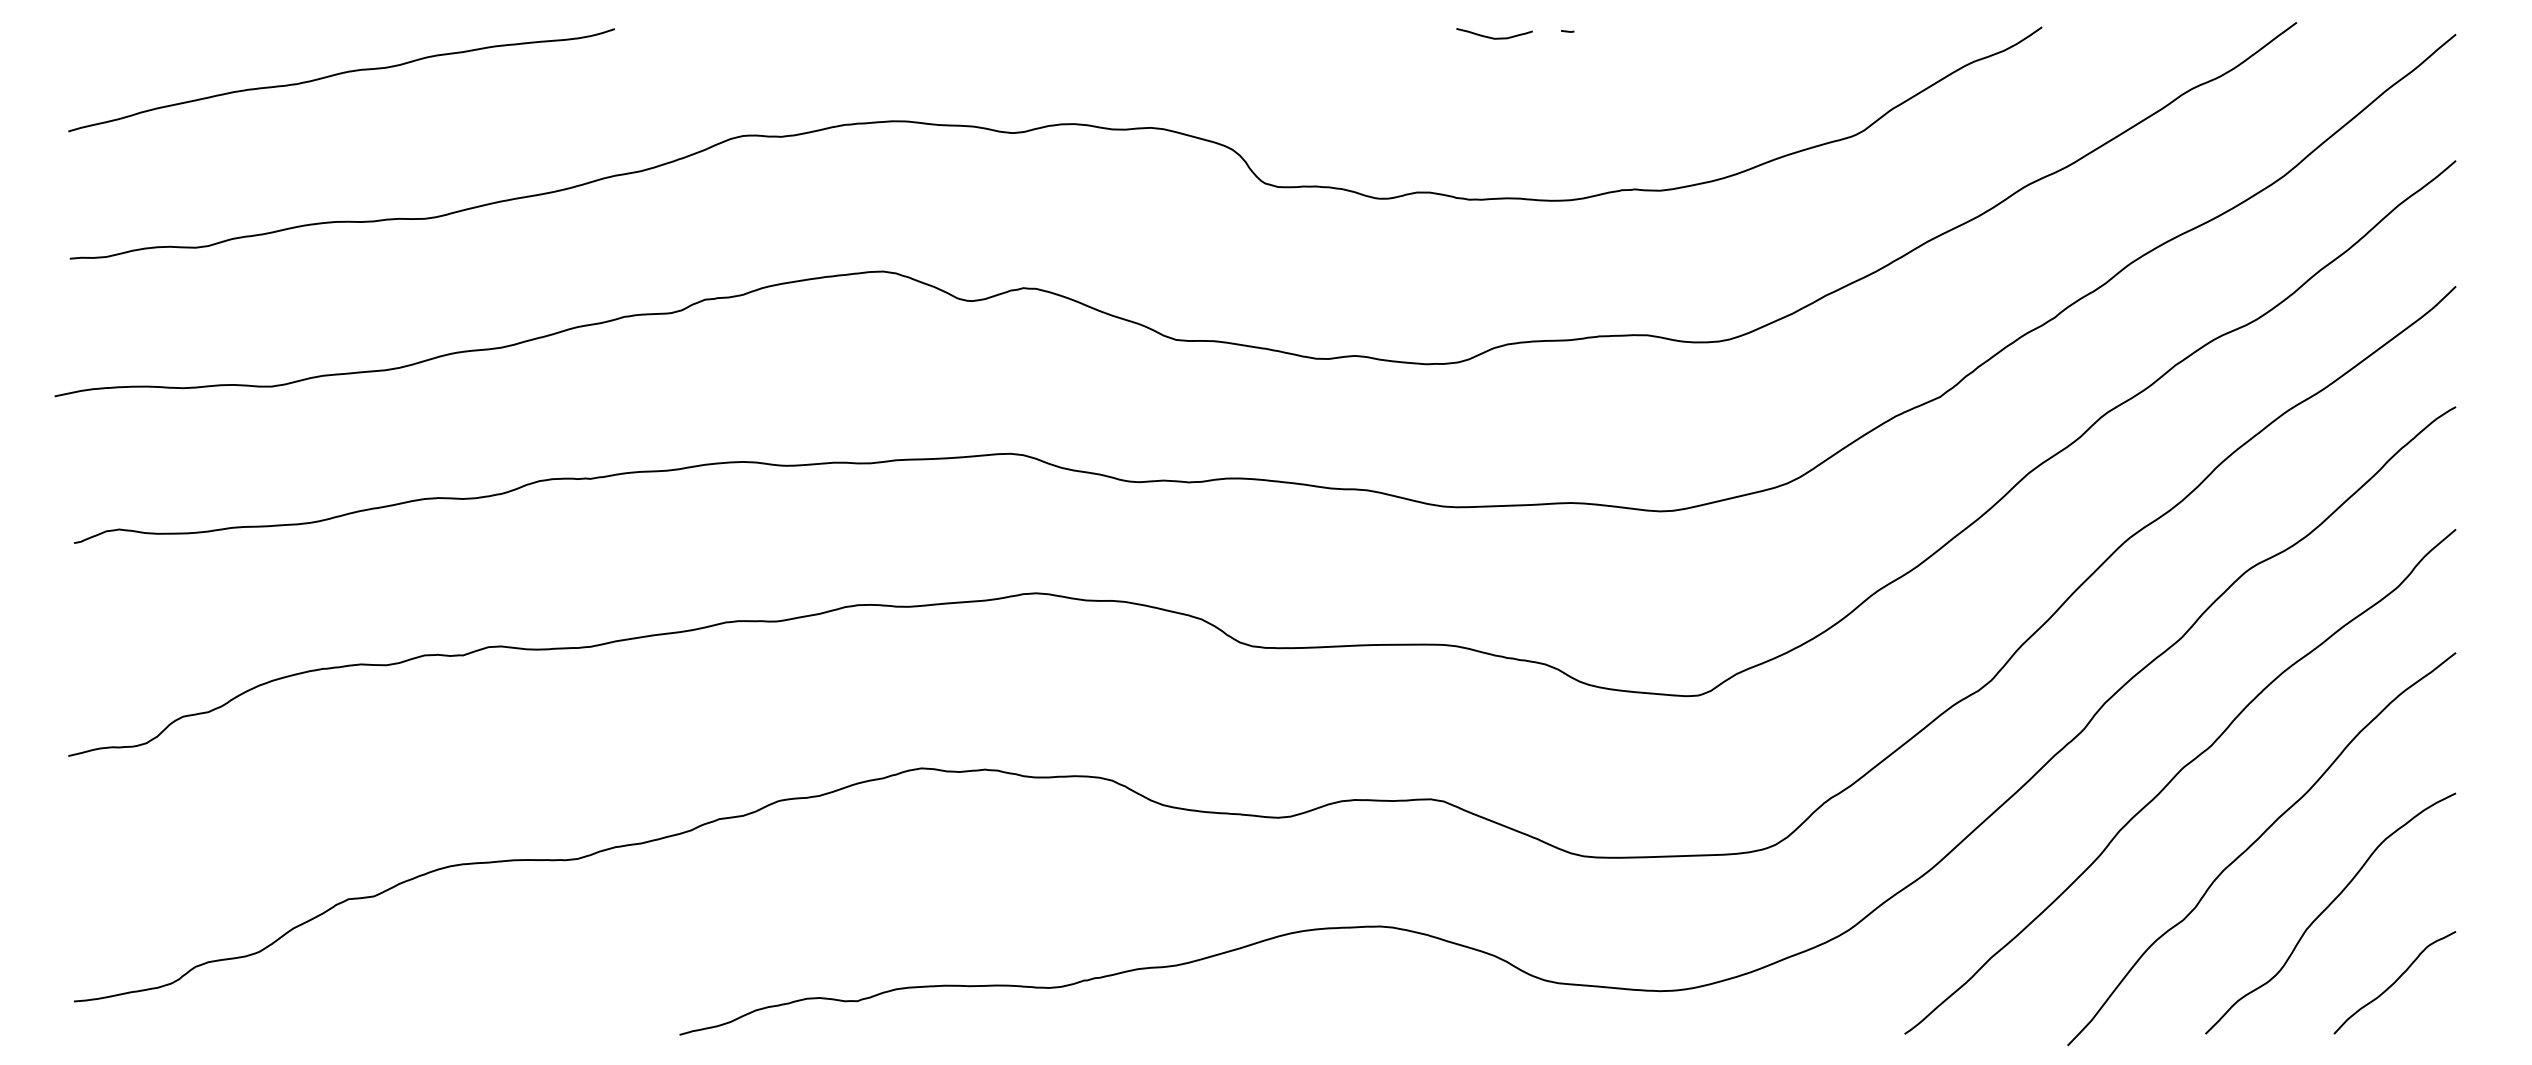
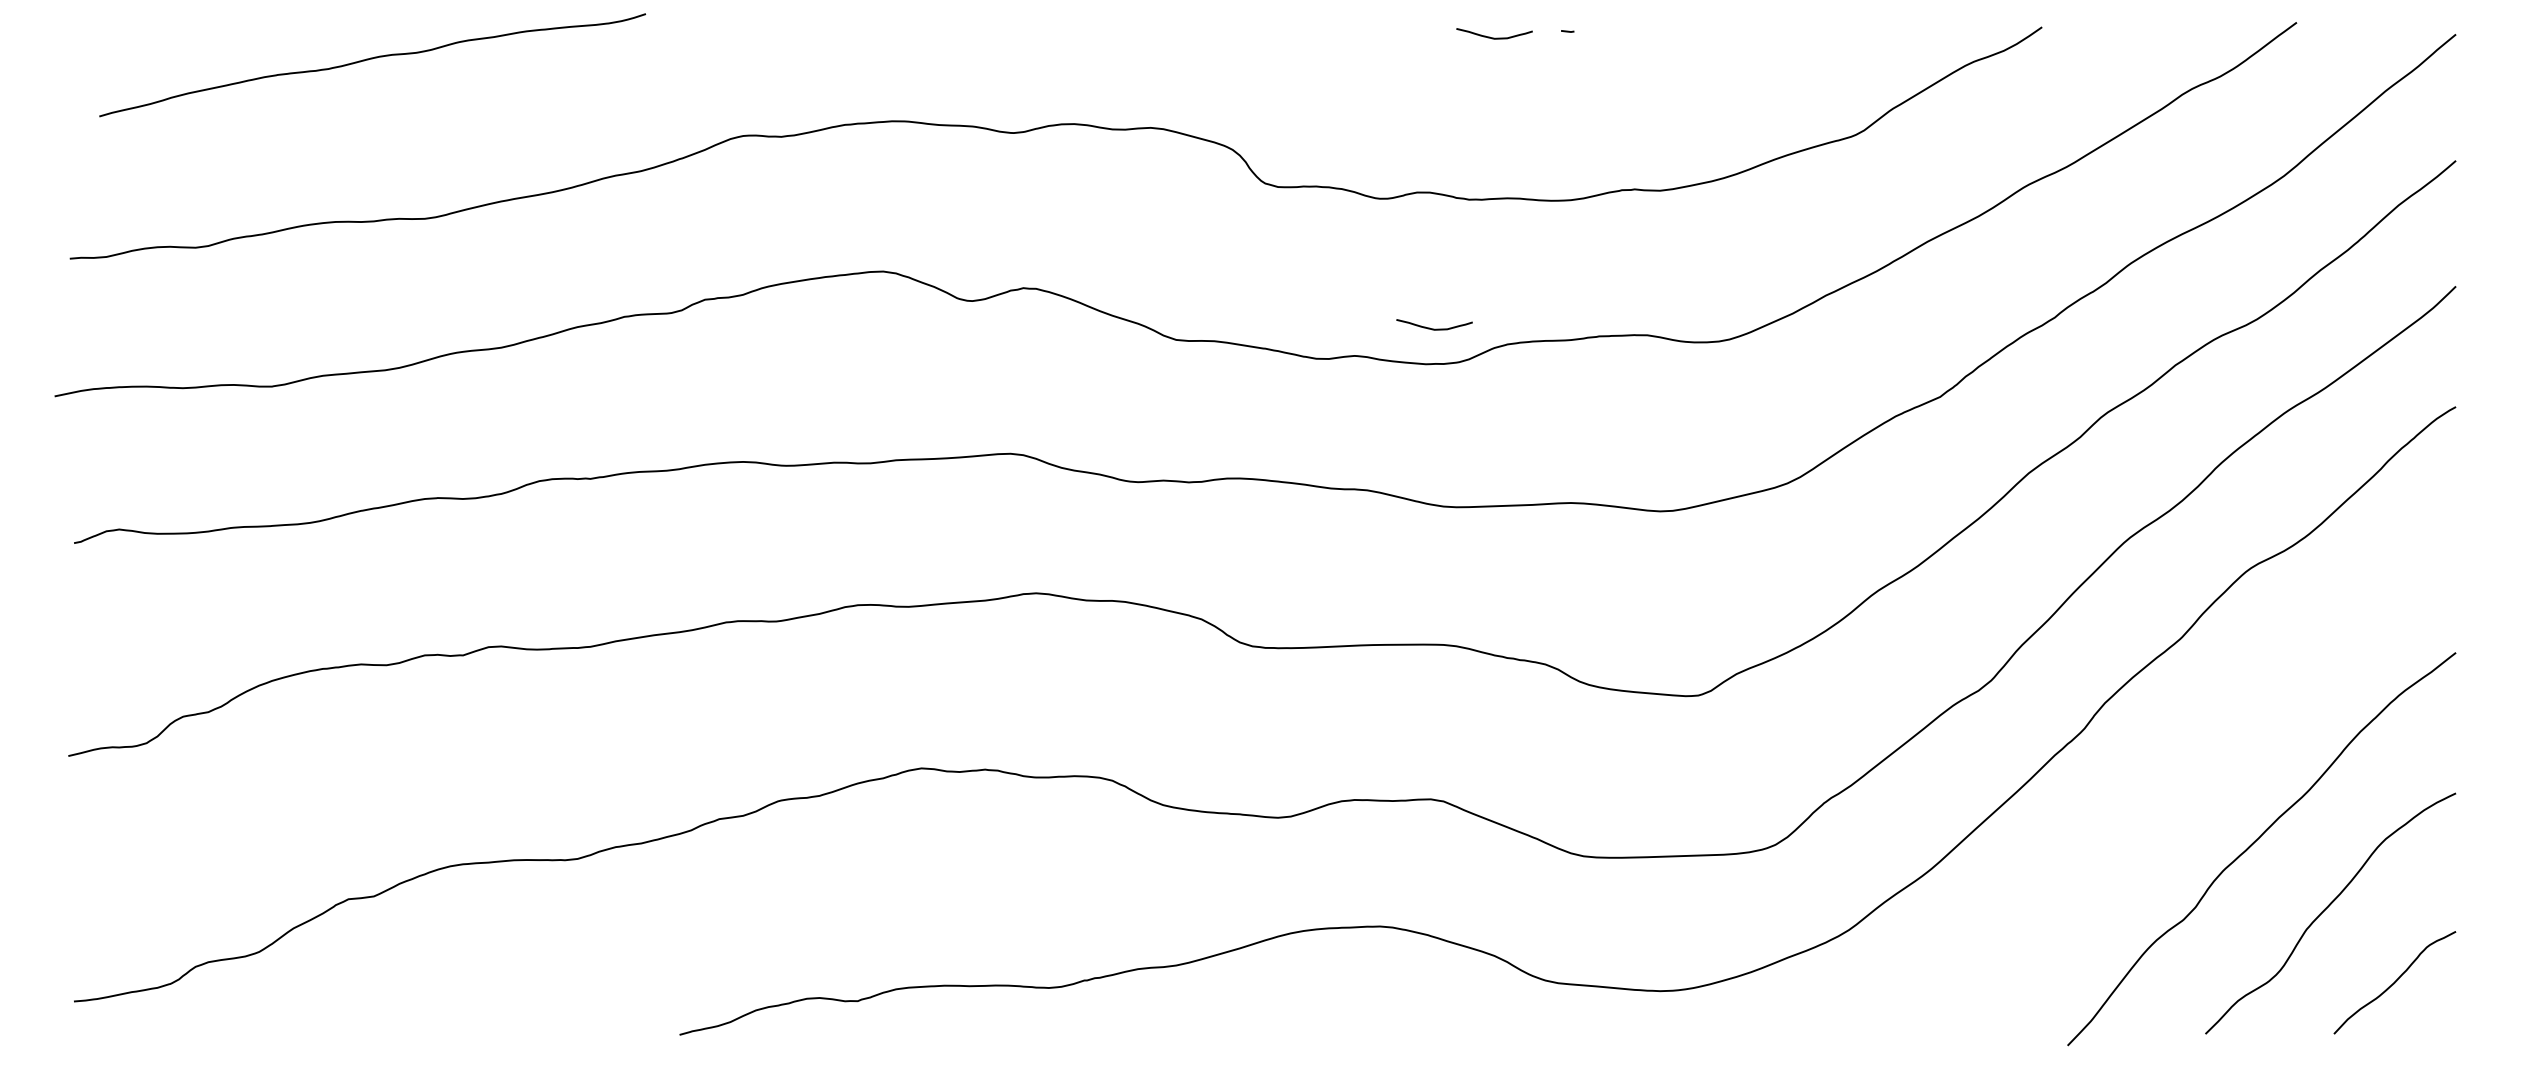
curve at (341, 74) position: (341, 74) -> (372, 59)
curve at (1434, 328): none -> present
curve at (2176, 776): present -> none
